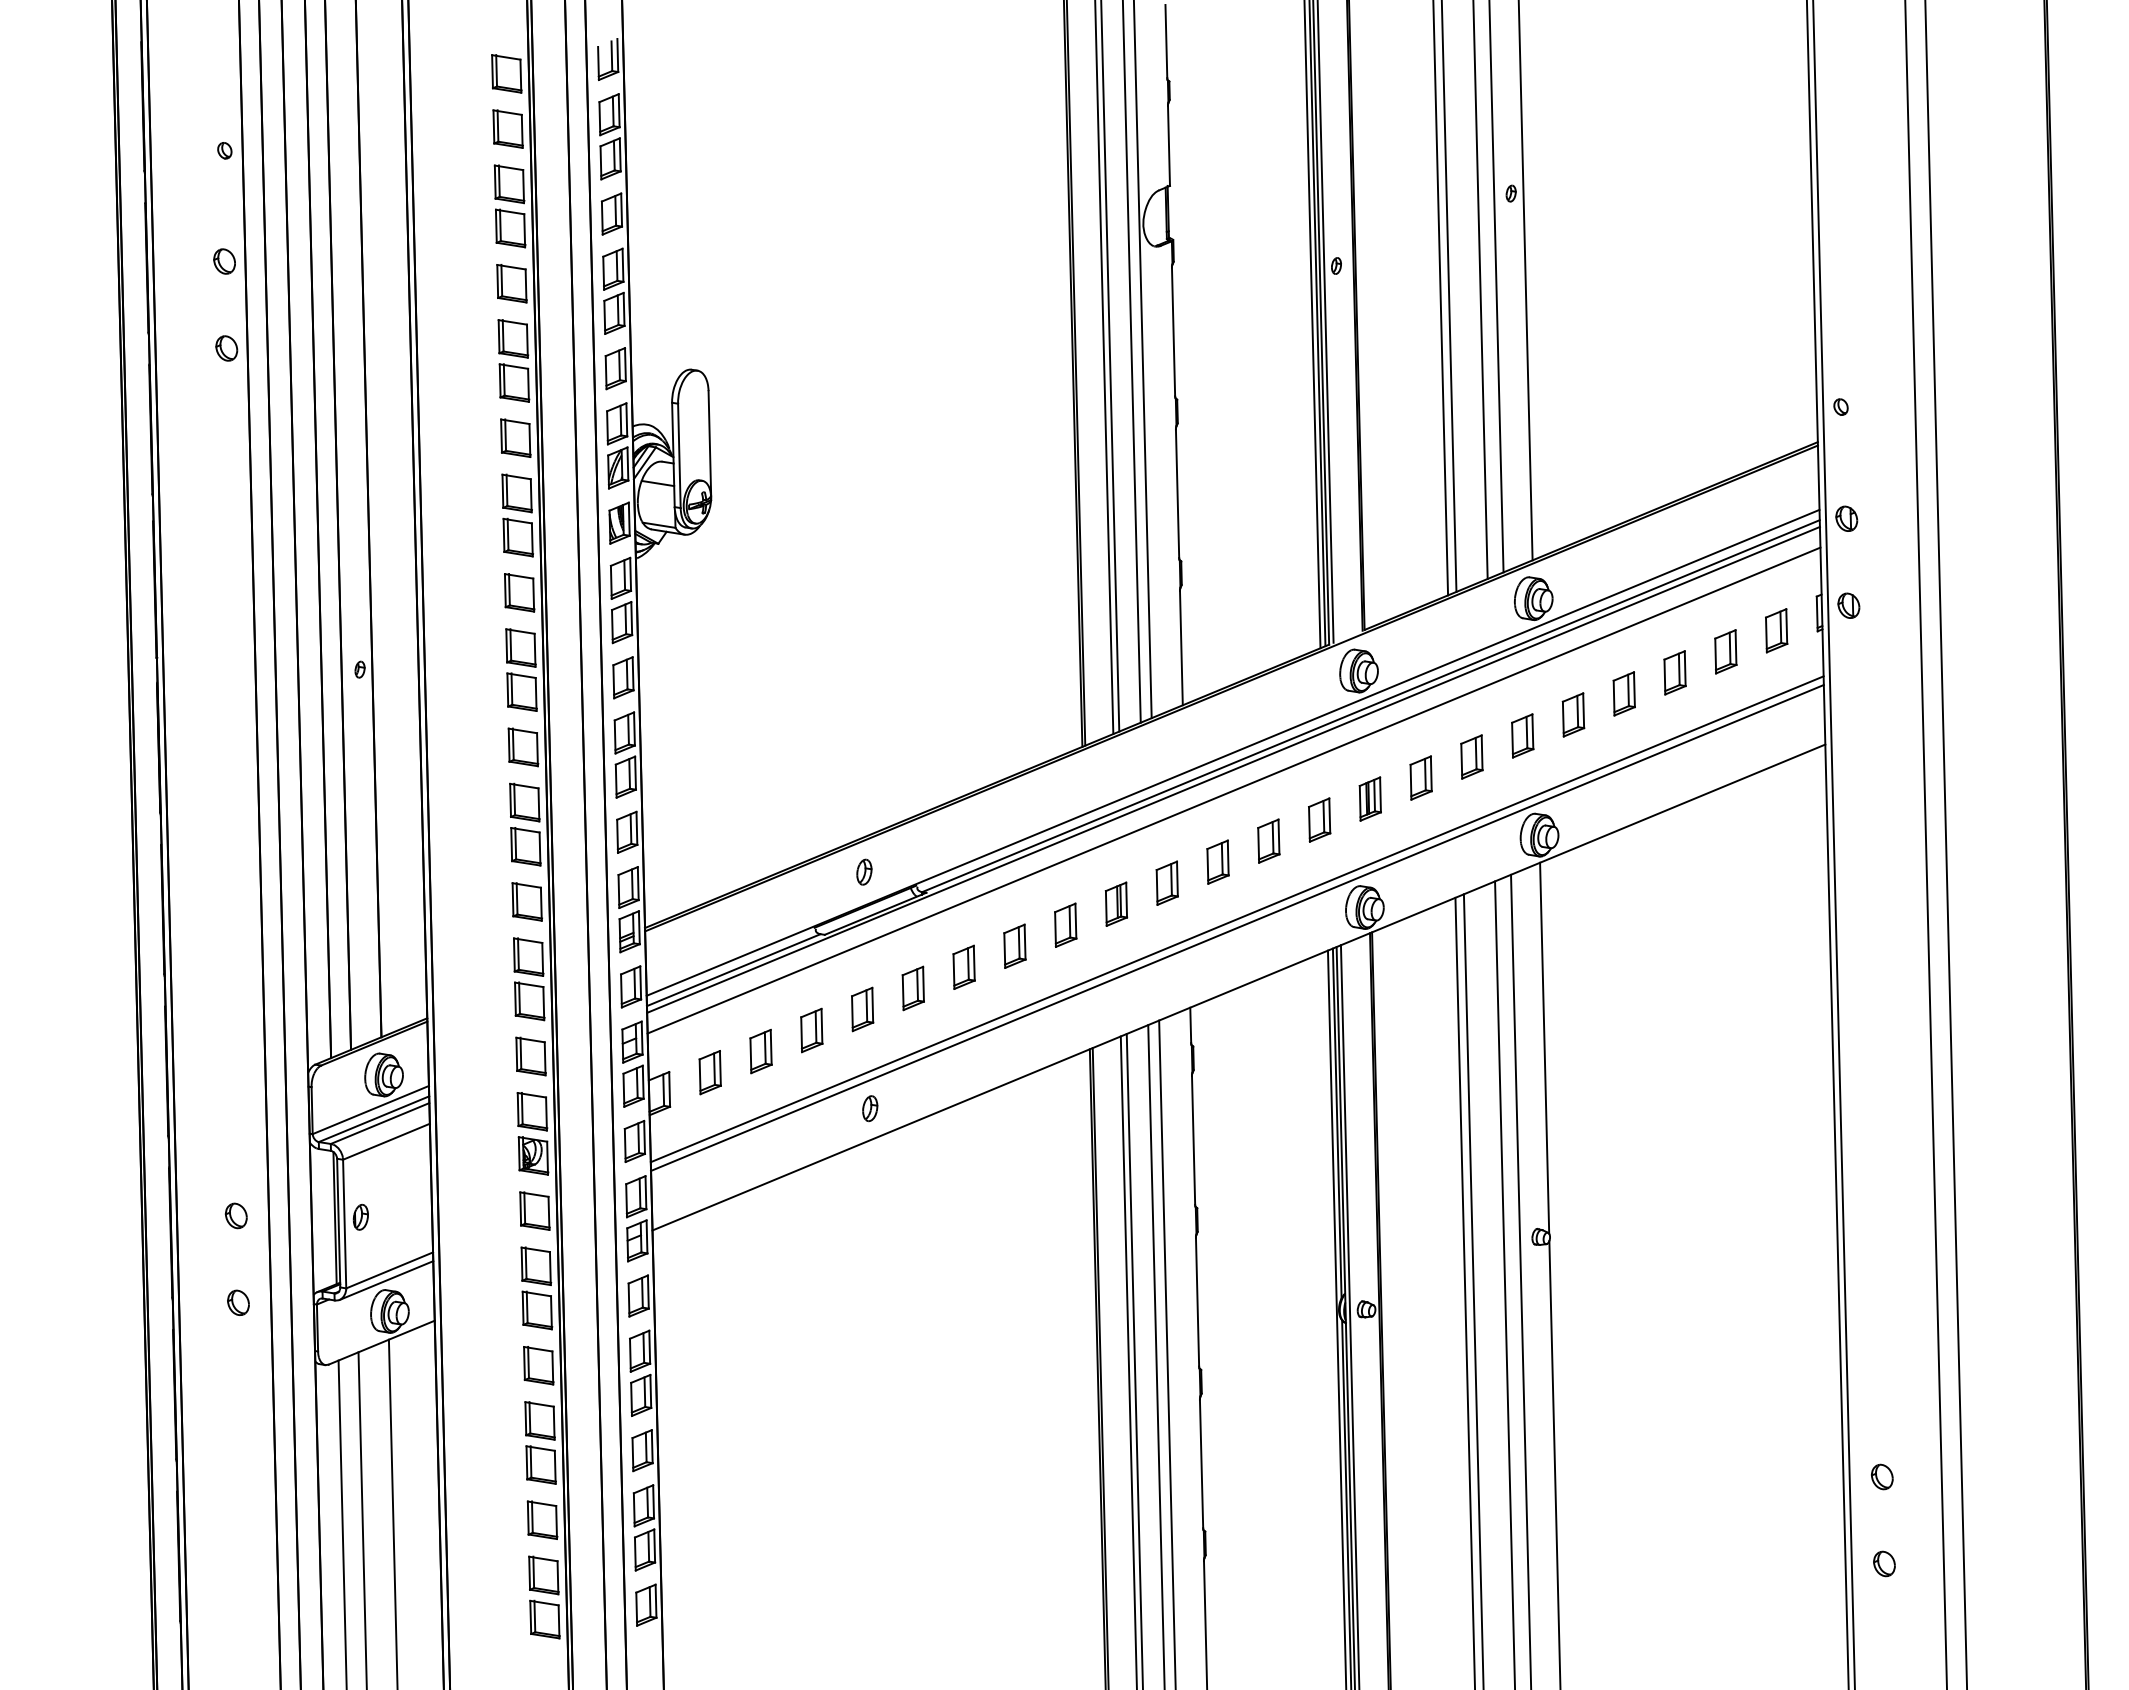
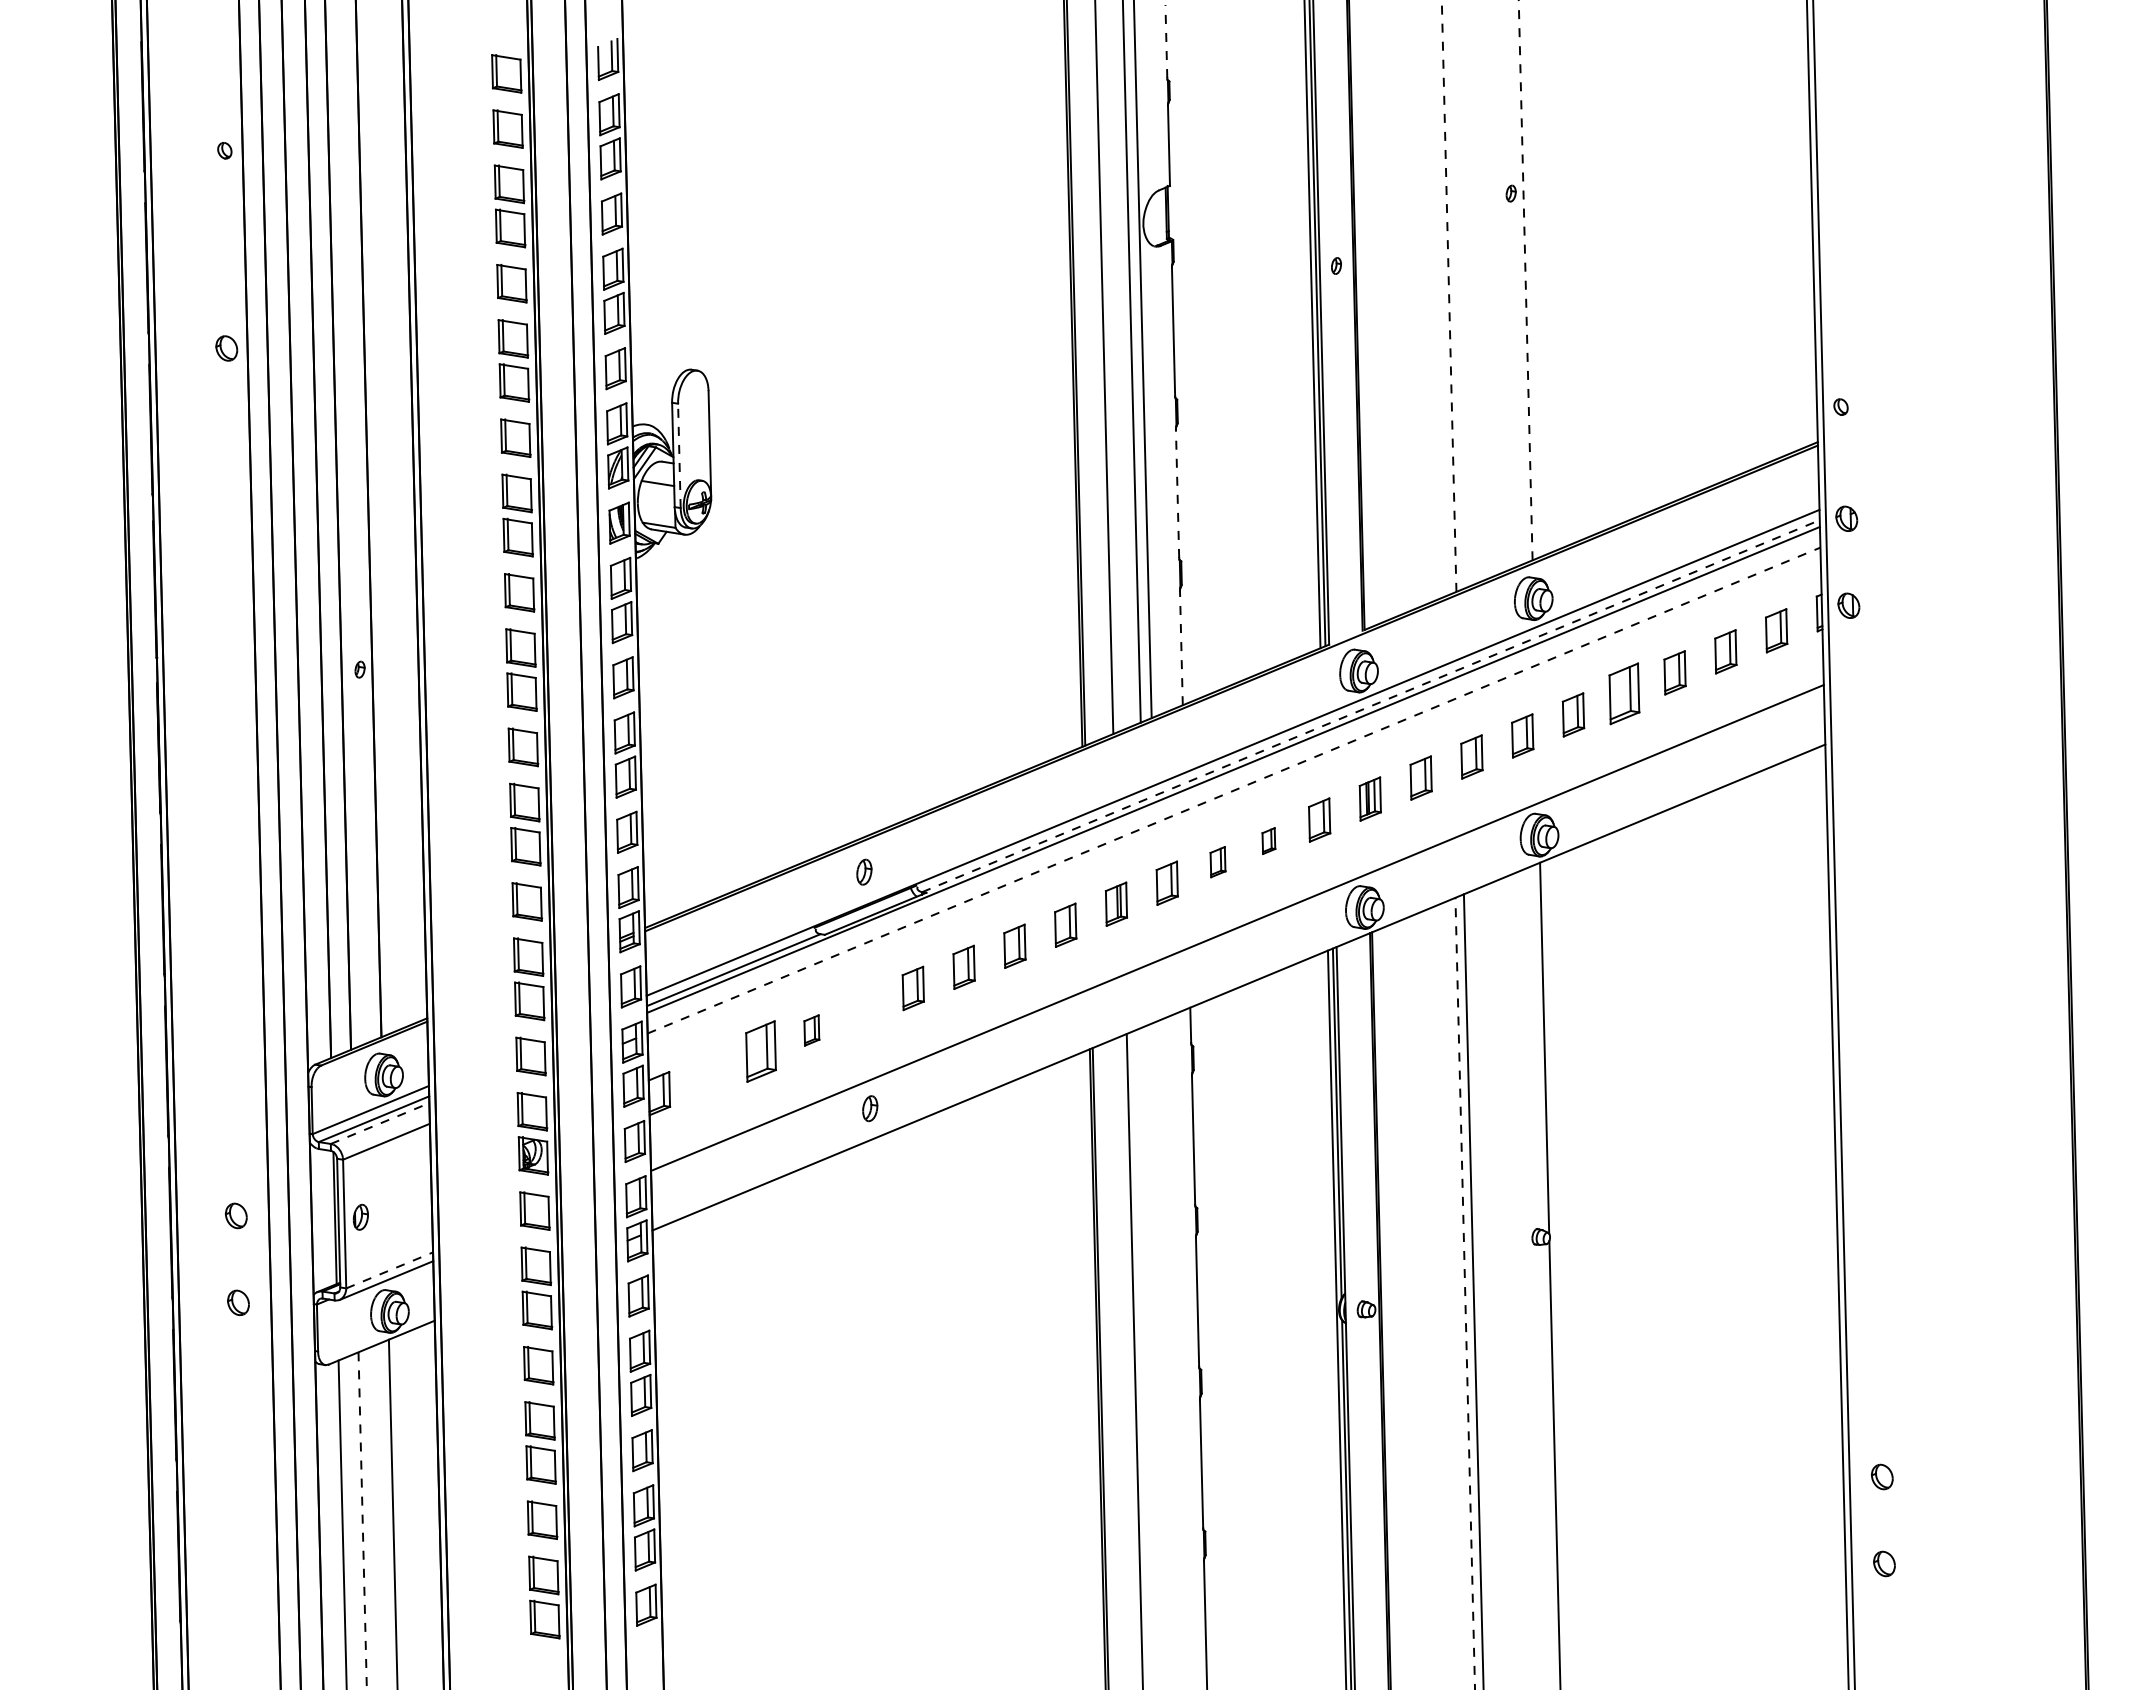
line at (1166, 41): solid -> dashed
part at (224, 261): present -> none
line at (1525, 280): solid -> dashed
line at (1496, 287): present -> none
line at (1480, 290): present -> none
line at (1449, 296): solid -> dashed
line at (1440, 298): present -> none
line at (1325, 322): present -> none
line at (1110, 366): present -> none
line at (679, 455): solid -> dashed
line at (1177, 493): solid -> dashed
line at (1181, 647): solid -> dashed
part at (1623, 693) size: 24x46 px -> 33x64 px
line at (1370, 706): solid -> dashed
line at (1234, 790): solid -> dashed
part at (1268, 840) size: 24x46 px -> 16x29 px
line at (1925, 844): present -> none
line at (1946, 844): present -> none
part at (1217, 861) size: 24x46 px -> 18x33 px
line at (1236, 919): present -> none
part at (862, 1009): present -> none
part at (811, 1030) size: 24x47 px -> 18x33 px
part at (760, 1051) size: 24x47 px -> 32x63 px
part at (709, 1072): present -> none
line at (380, 1123): solid -> dashed
line at (389, 1270): solid -> dashed
line at (1521, 1280): present -> none
line at (1504, 1283): present -> none
line at (1465, 1293): solid -> dashed
line at (1349, 1315): present -> none
line at (1167, 1353): present -> none
line at (1156, 1355): present -> none
line at (1128, 1361): present -> none
line at (362, 1521): solid -> dashed
